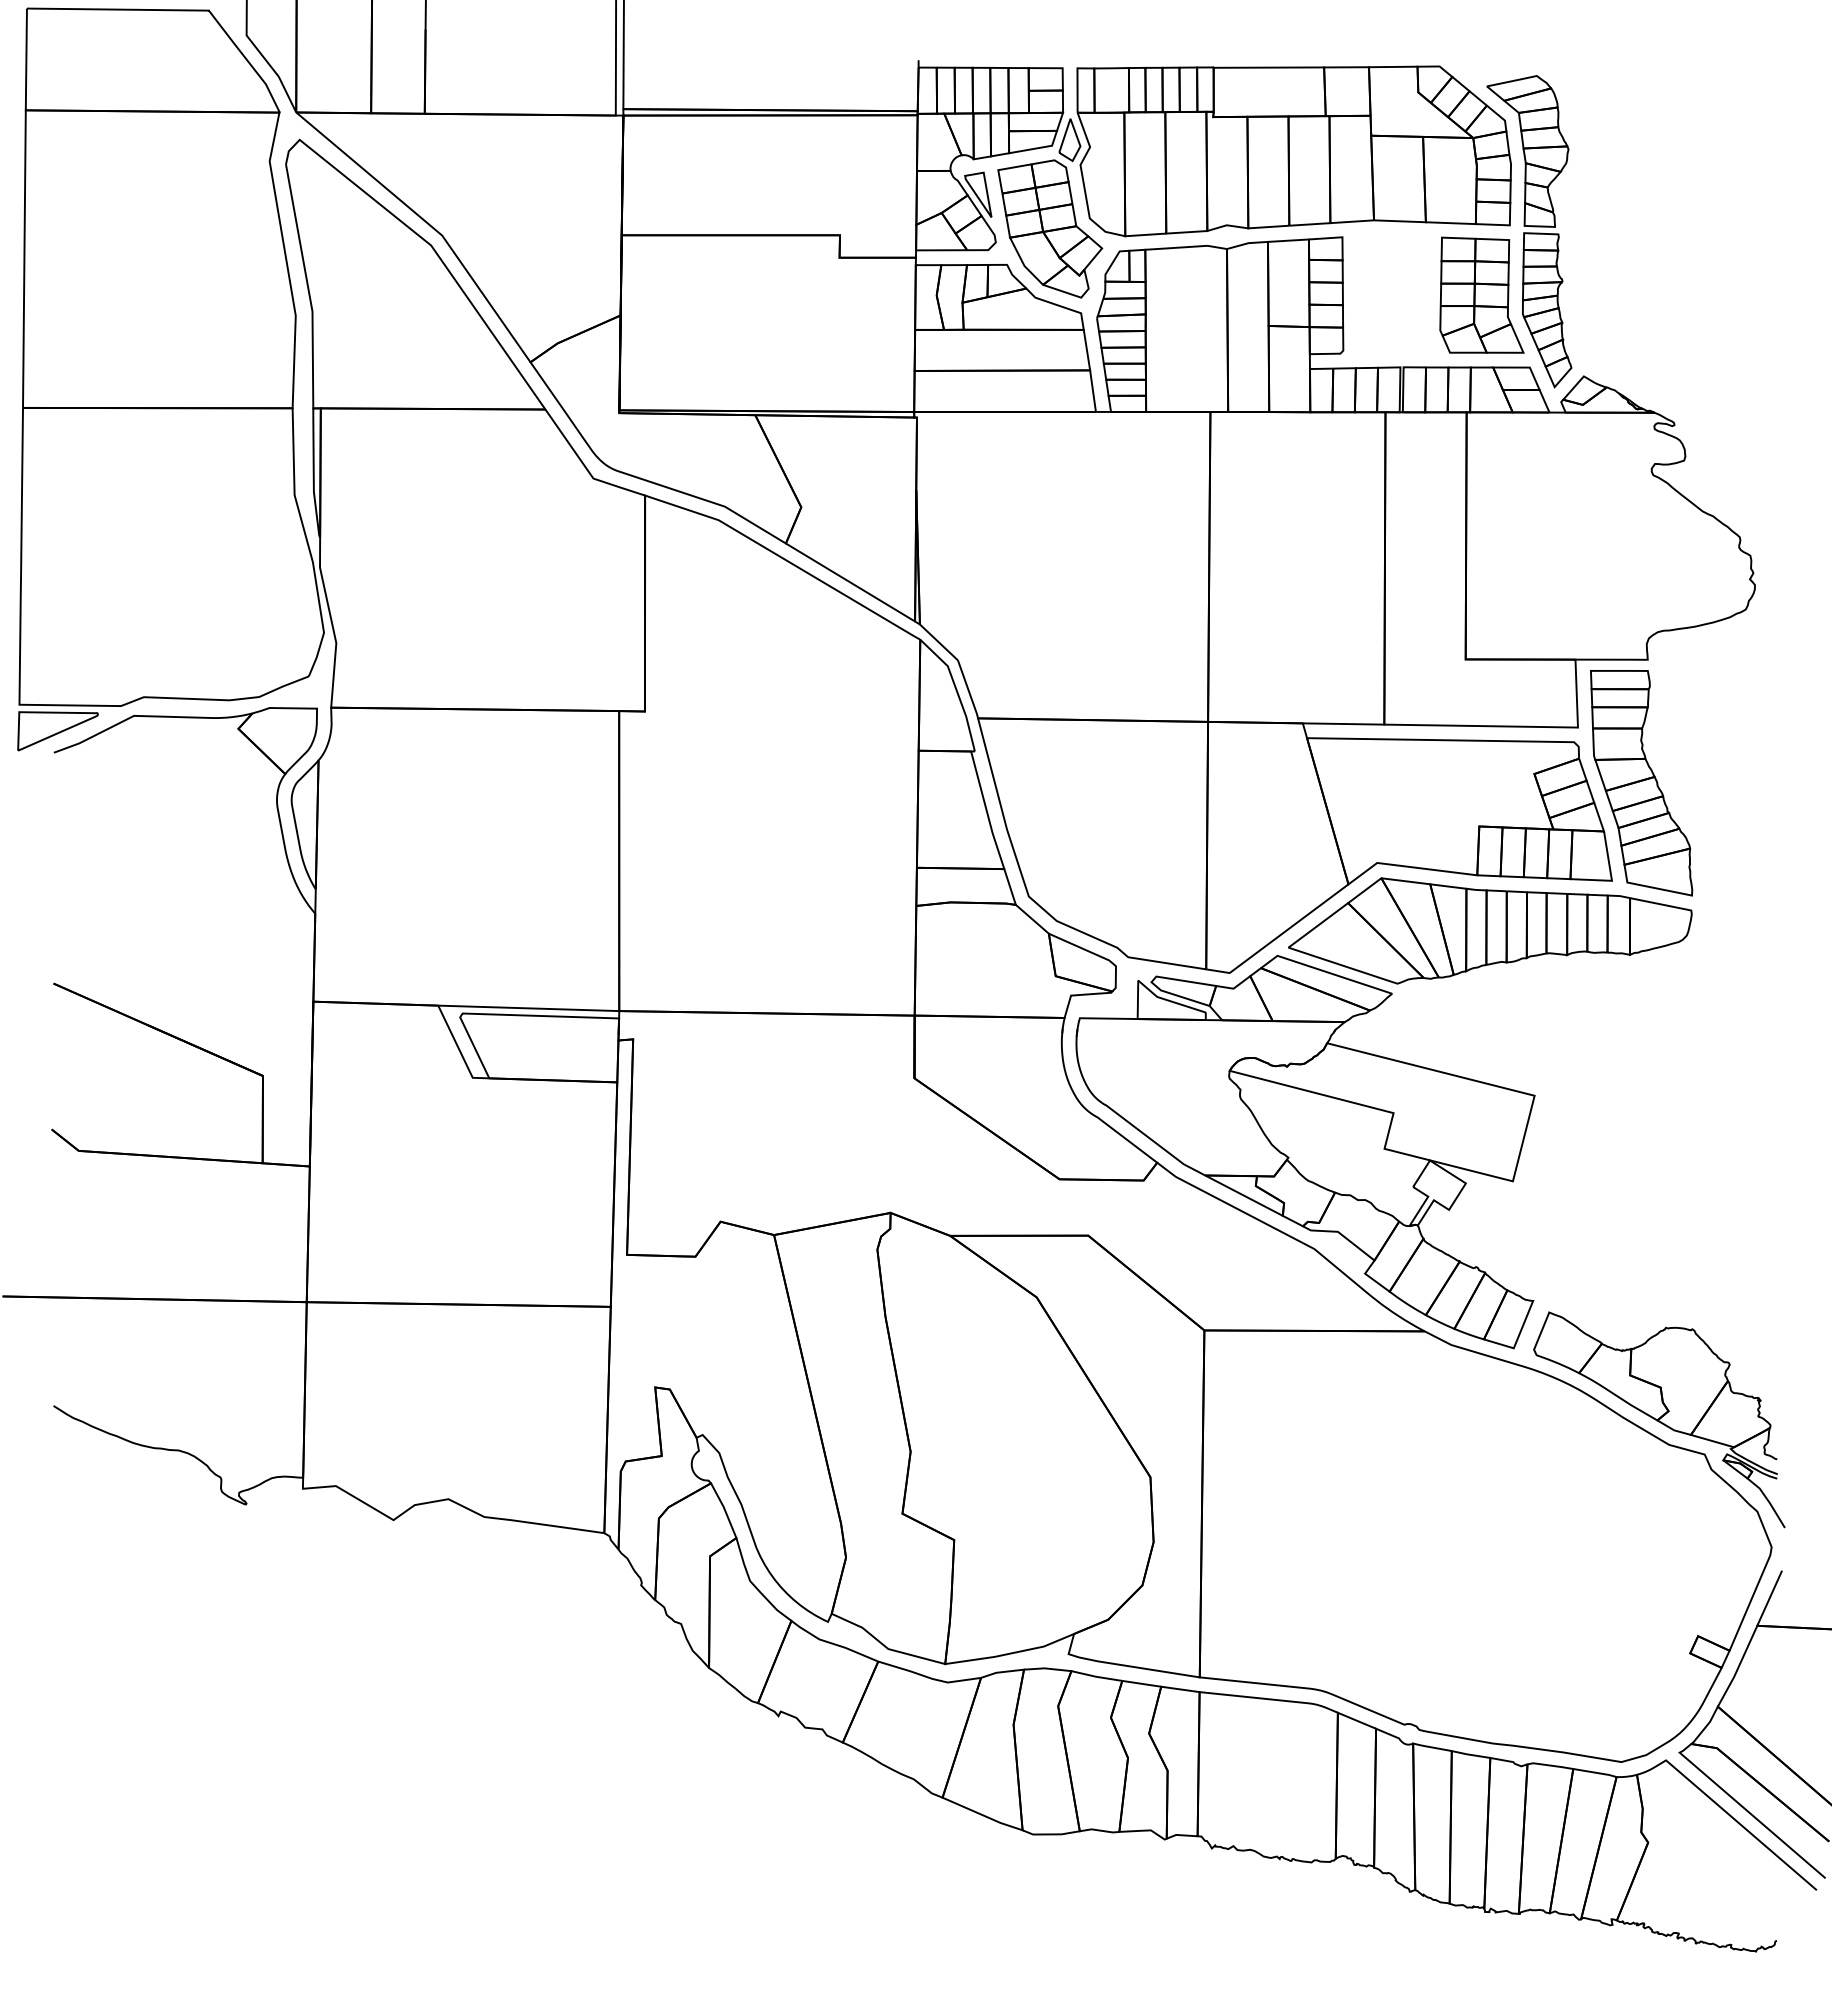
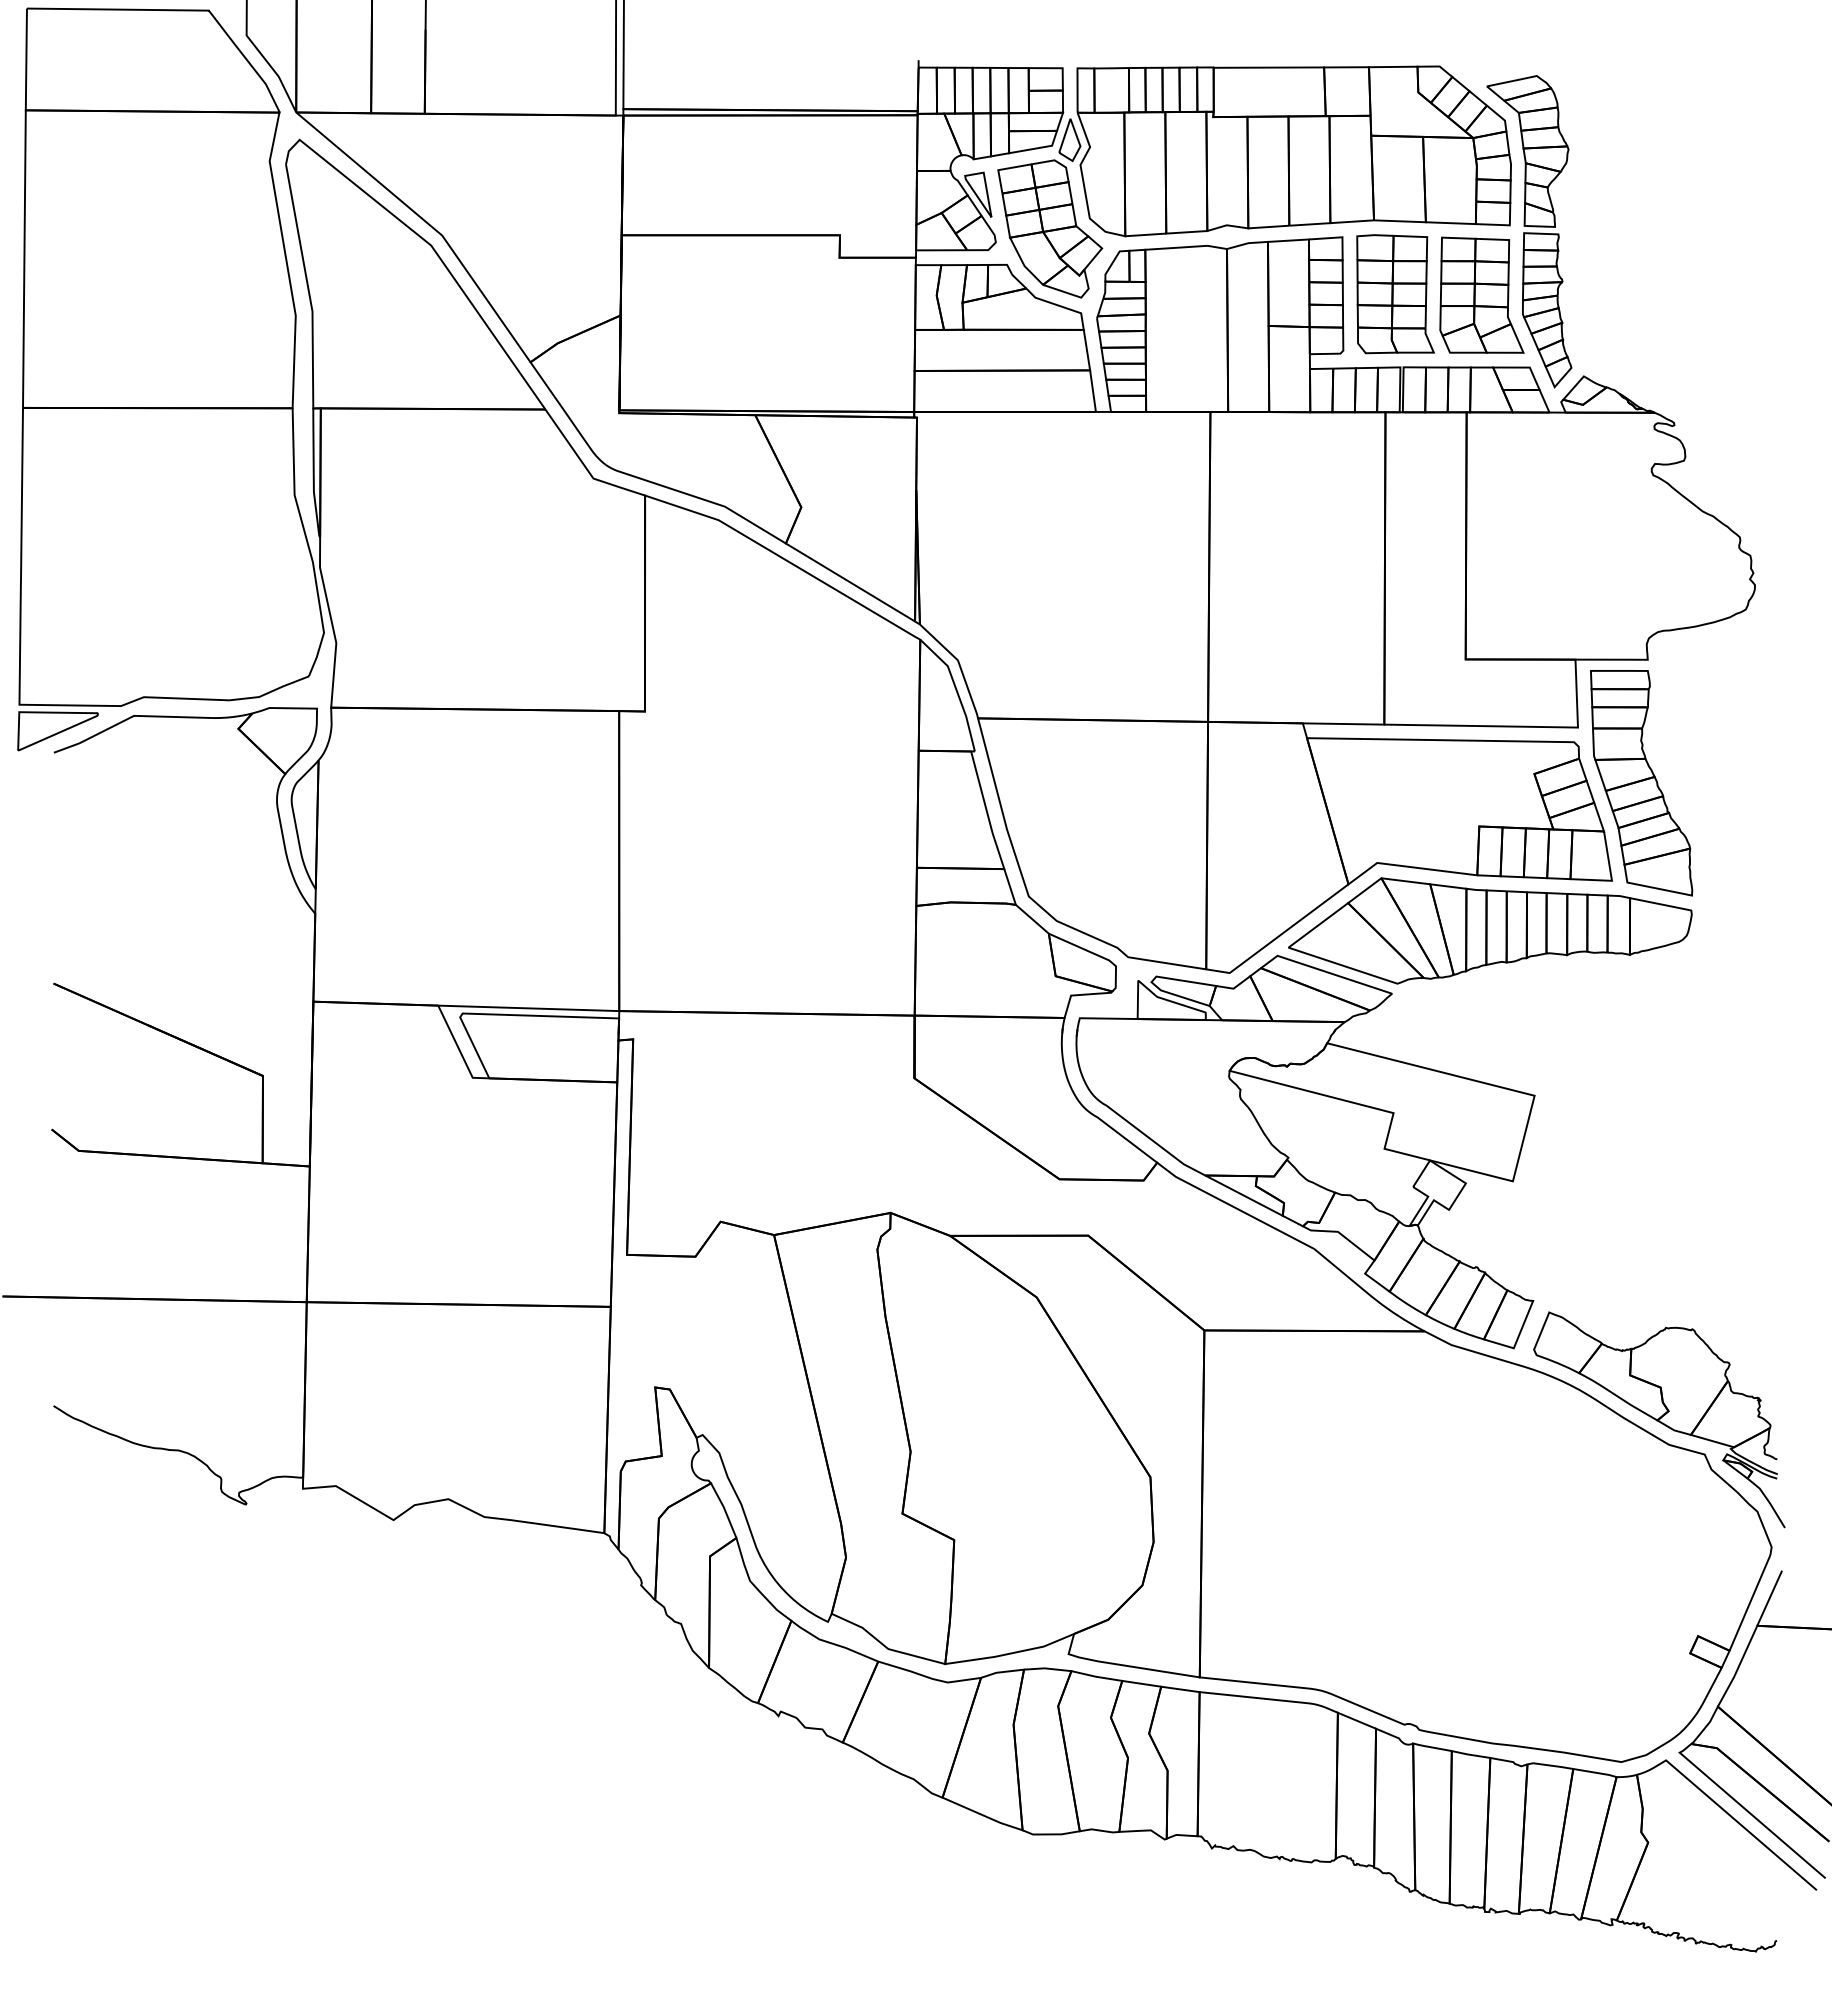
part at (1395, 294): none -> present
